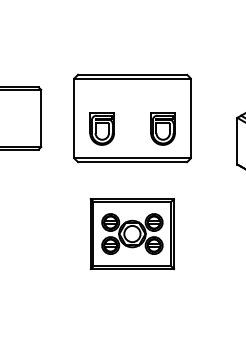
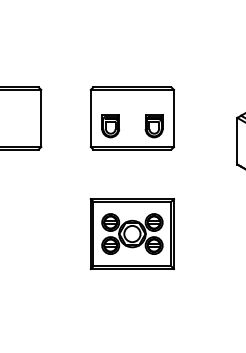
part at (132, 118) size: 119x91 px -> 86x65 px
